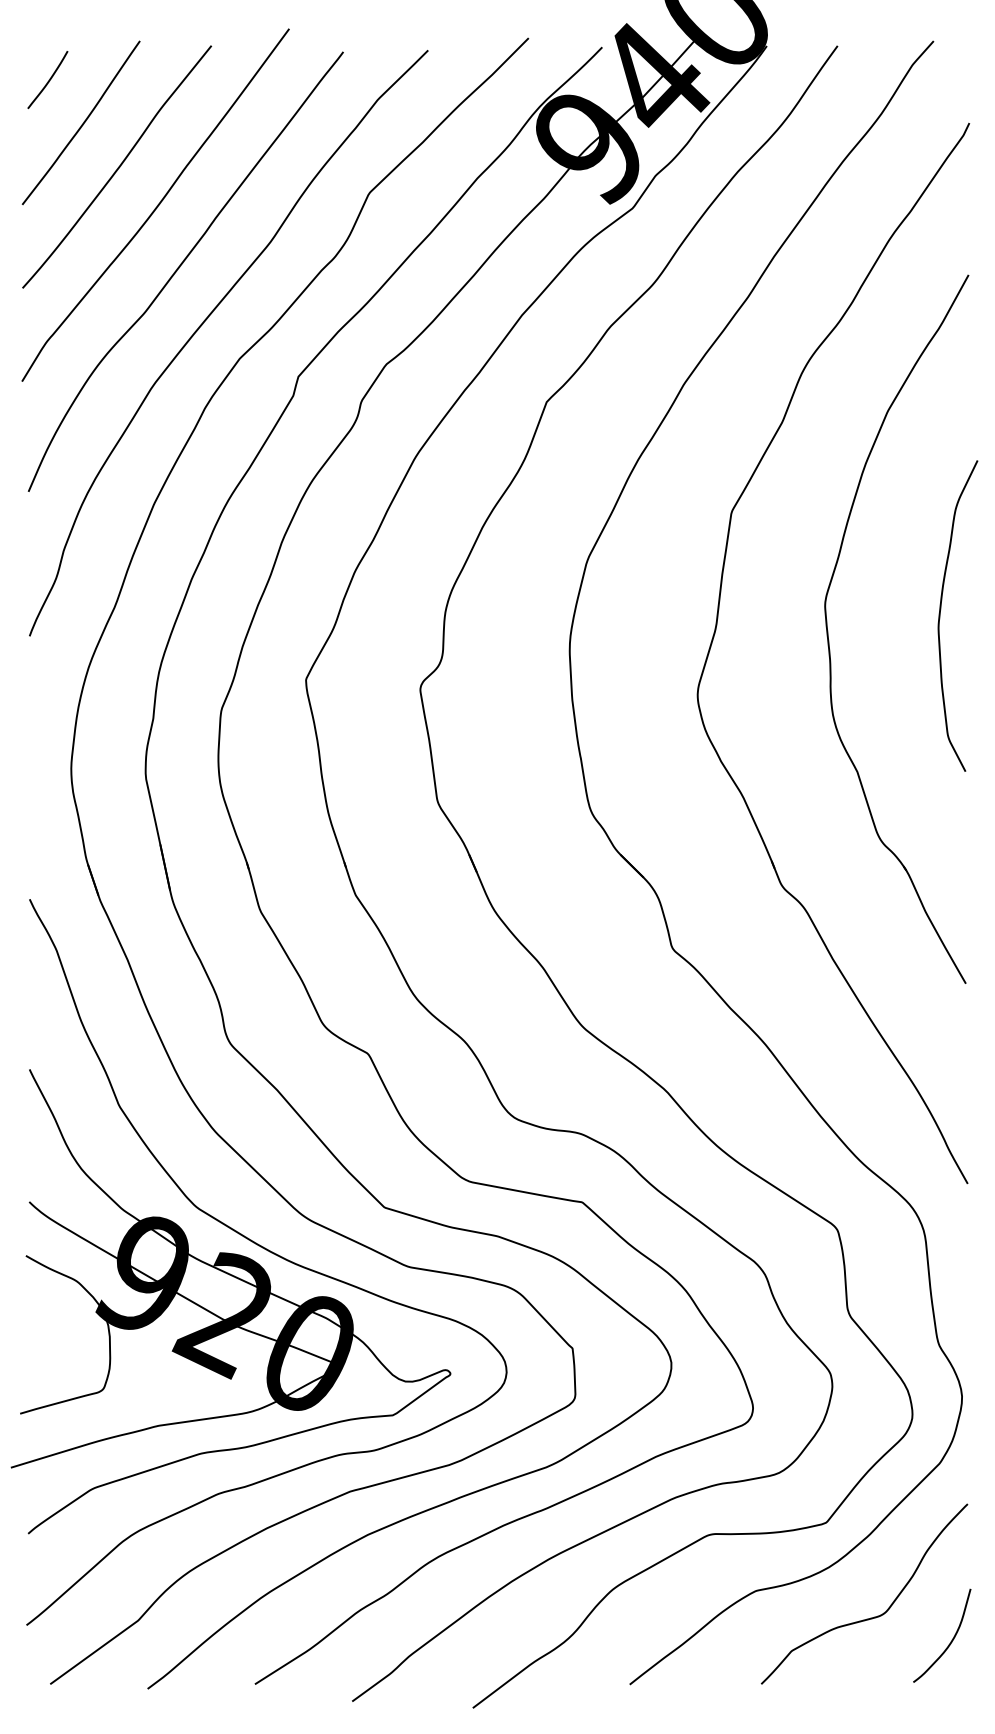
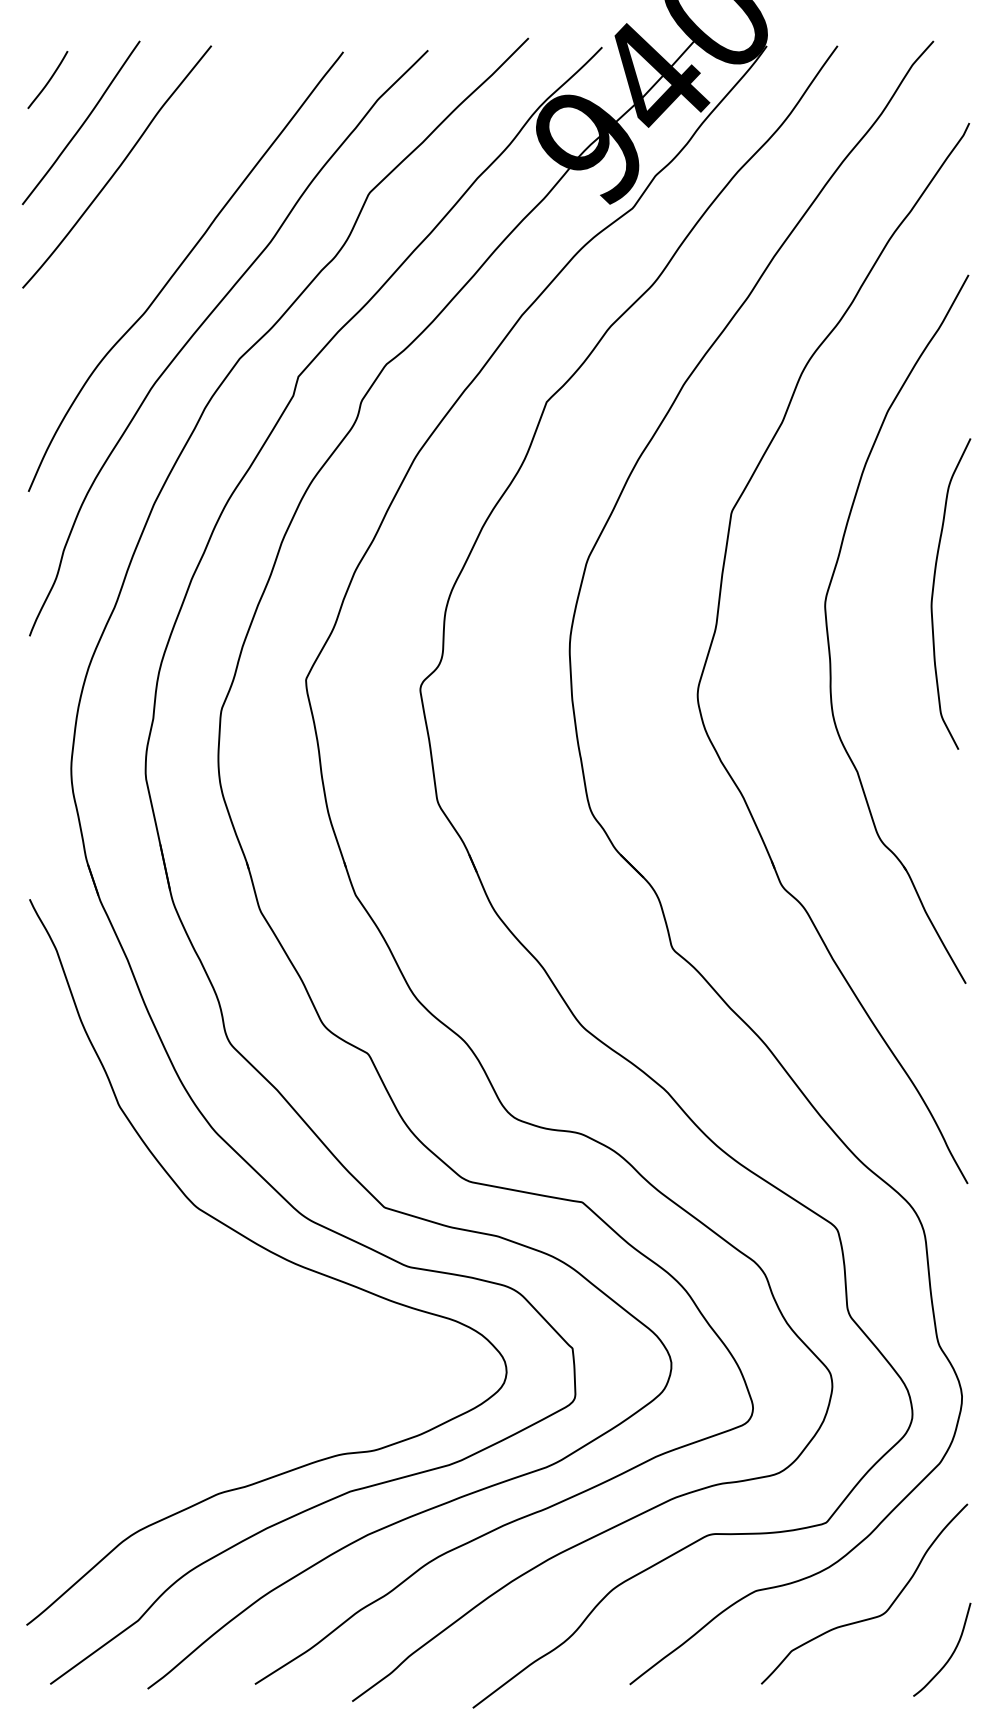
curve at (157, 204): present -> none
curve at (940, 615) position: (940, 615) -> (933, 593)
part at (230, 1301): present -> none
curve at (950, 1641) position: (950, 1641) -> (950, 1655)
